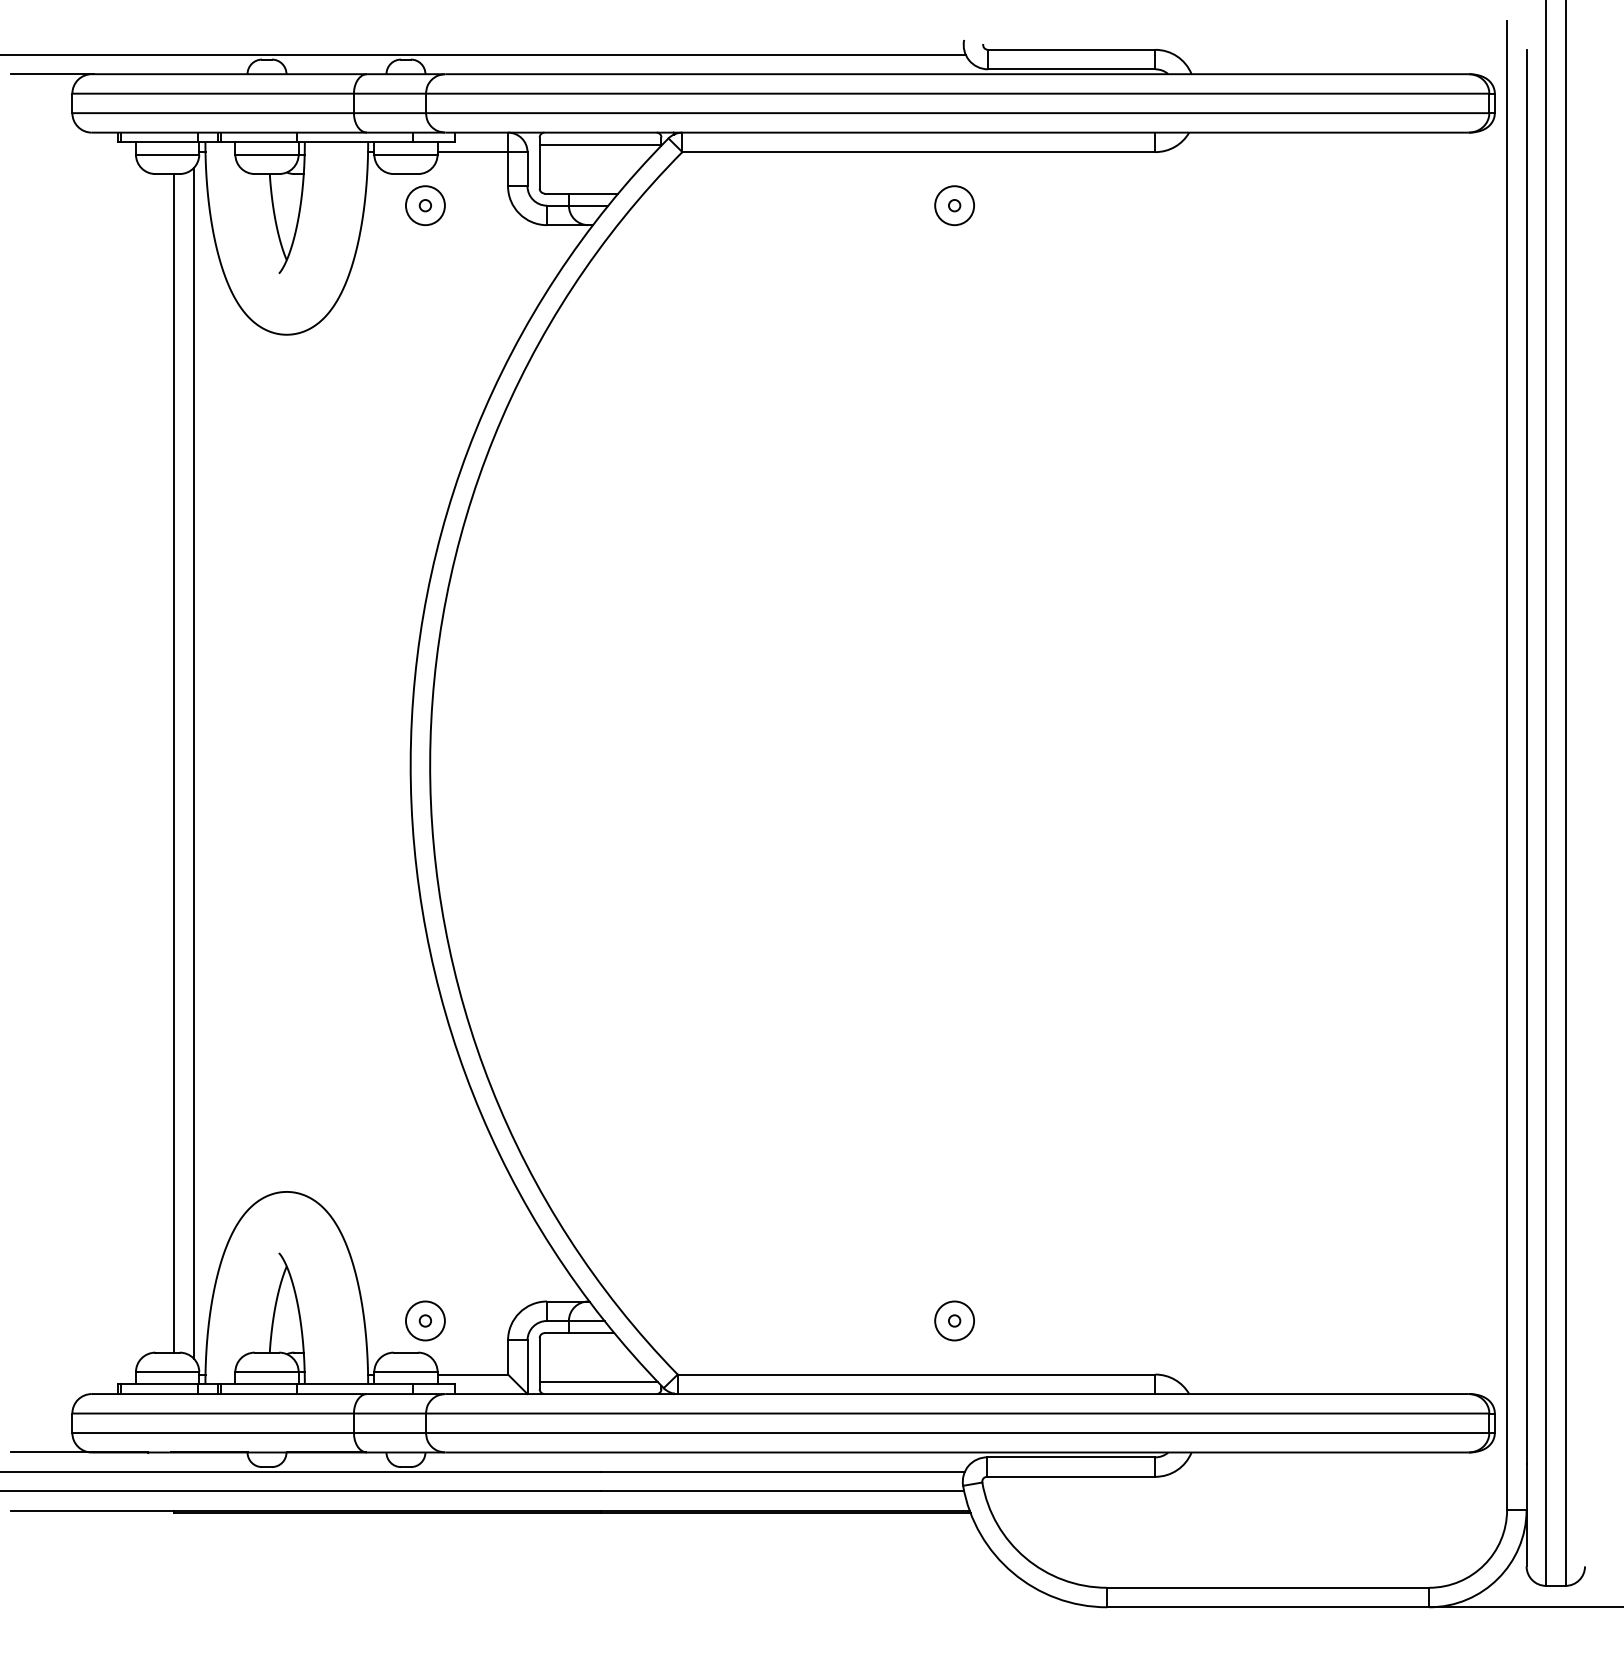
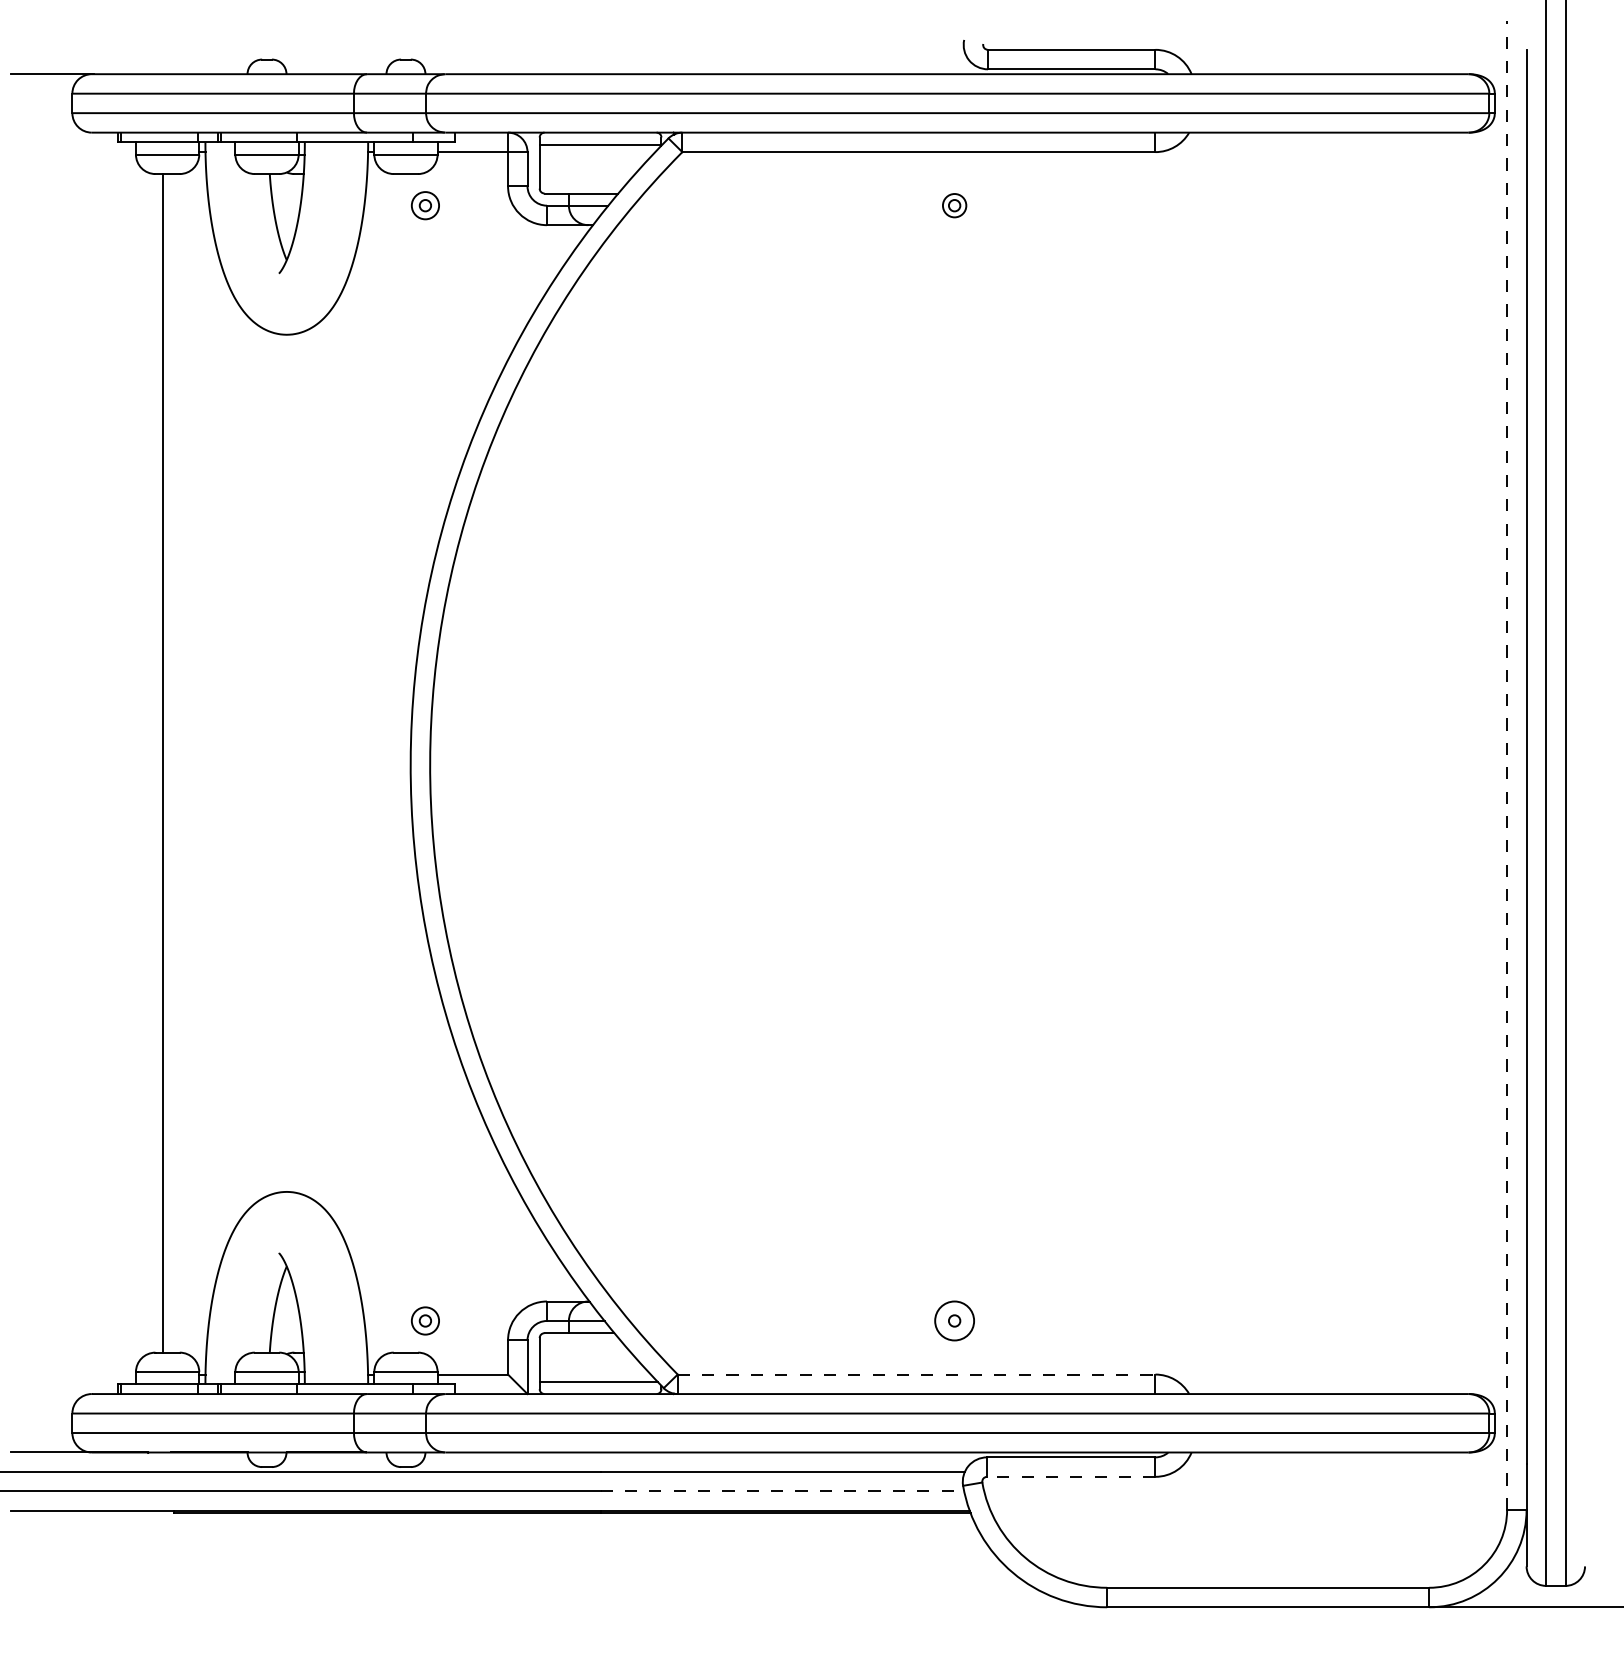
line at (483, 54): present -> none
circle at (424, 205) diameter: 39 px -> 27 px
circle at (954, 205) diameter: 39 px -> 23 px
line at (193, 762): present -> none
line at (174, 763) position: (174, 763) -> (163, 763)
line at (1507, 765): solid -> dashed
circle at (424, 1320) diameter: 39 px -> 27 px
line at (916, 1374): solid -> dashed
line at (1070, 1476): solid -> dashed
line at (782, 1491): solid -> dashed
